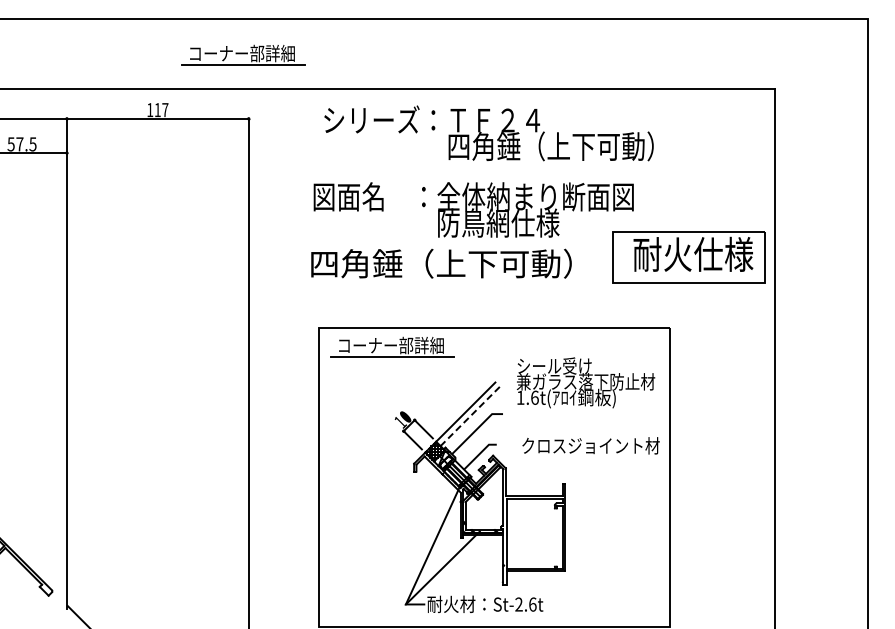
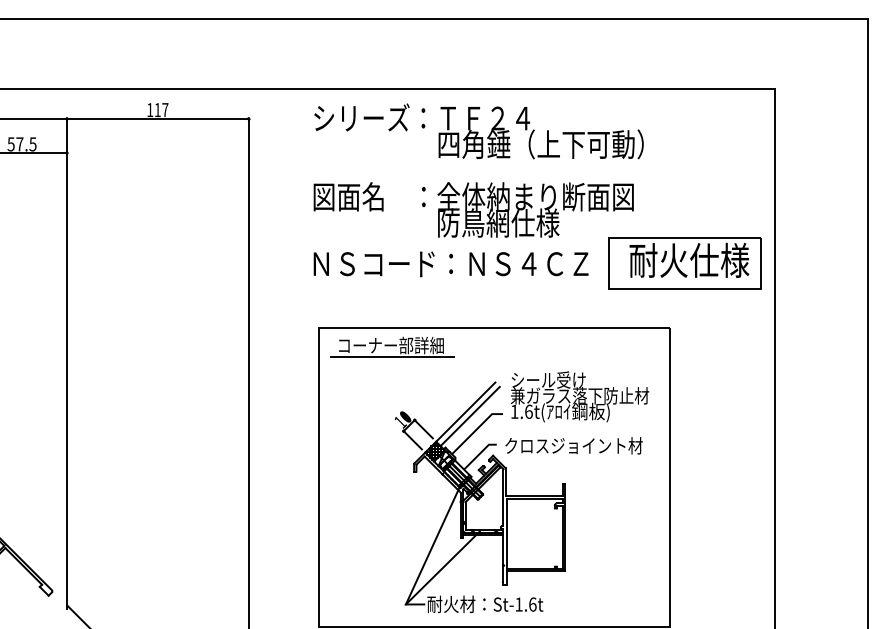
part at (243, 54): present -> none
text at (488, 133) position: (488, 133) -> (478, 131)
part at (688, 257) position: (688, 257) -> (684, 263)
text at (449, 263): 四角錘（上下可動） -> ＮＳコード：ＮＳ４ＣＺ
text at (585, 382) position: (585, 382) -> (579, 396)
line at (470, 416): dashed -> solid
text at (590, 445) position: (590, 445) -> (573, 445)
text at (518, 604): St-2.6t -> St-1.6t
